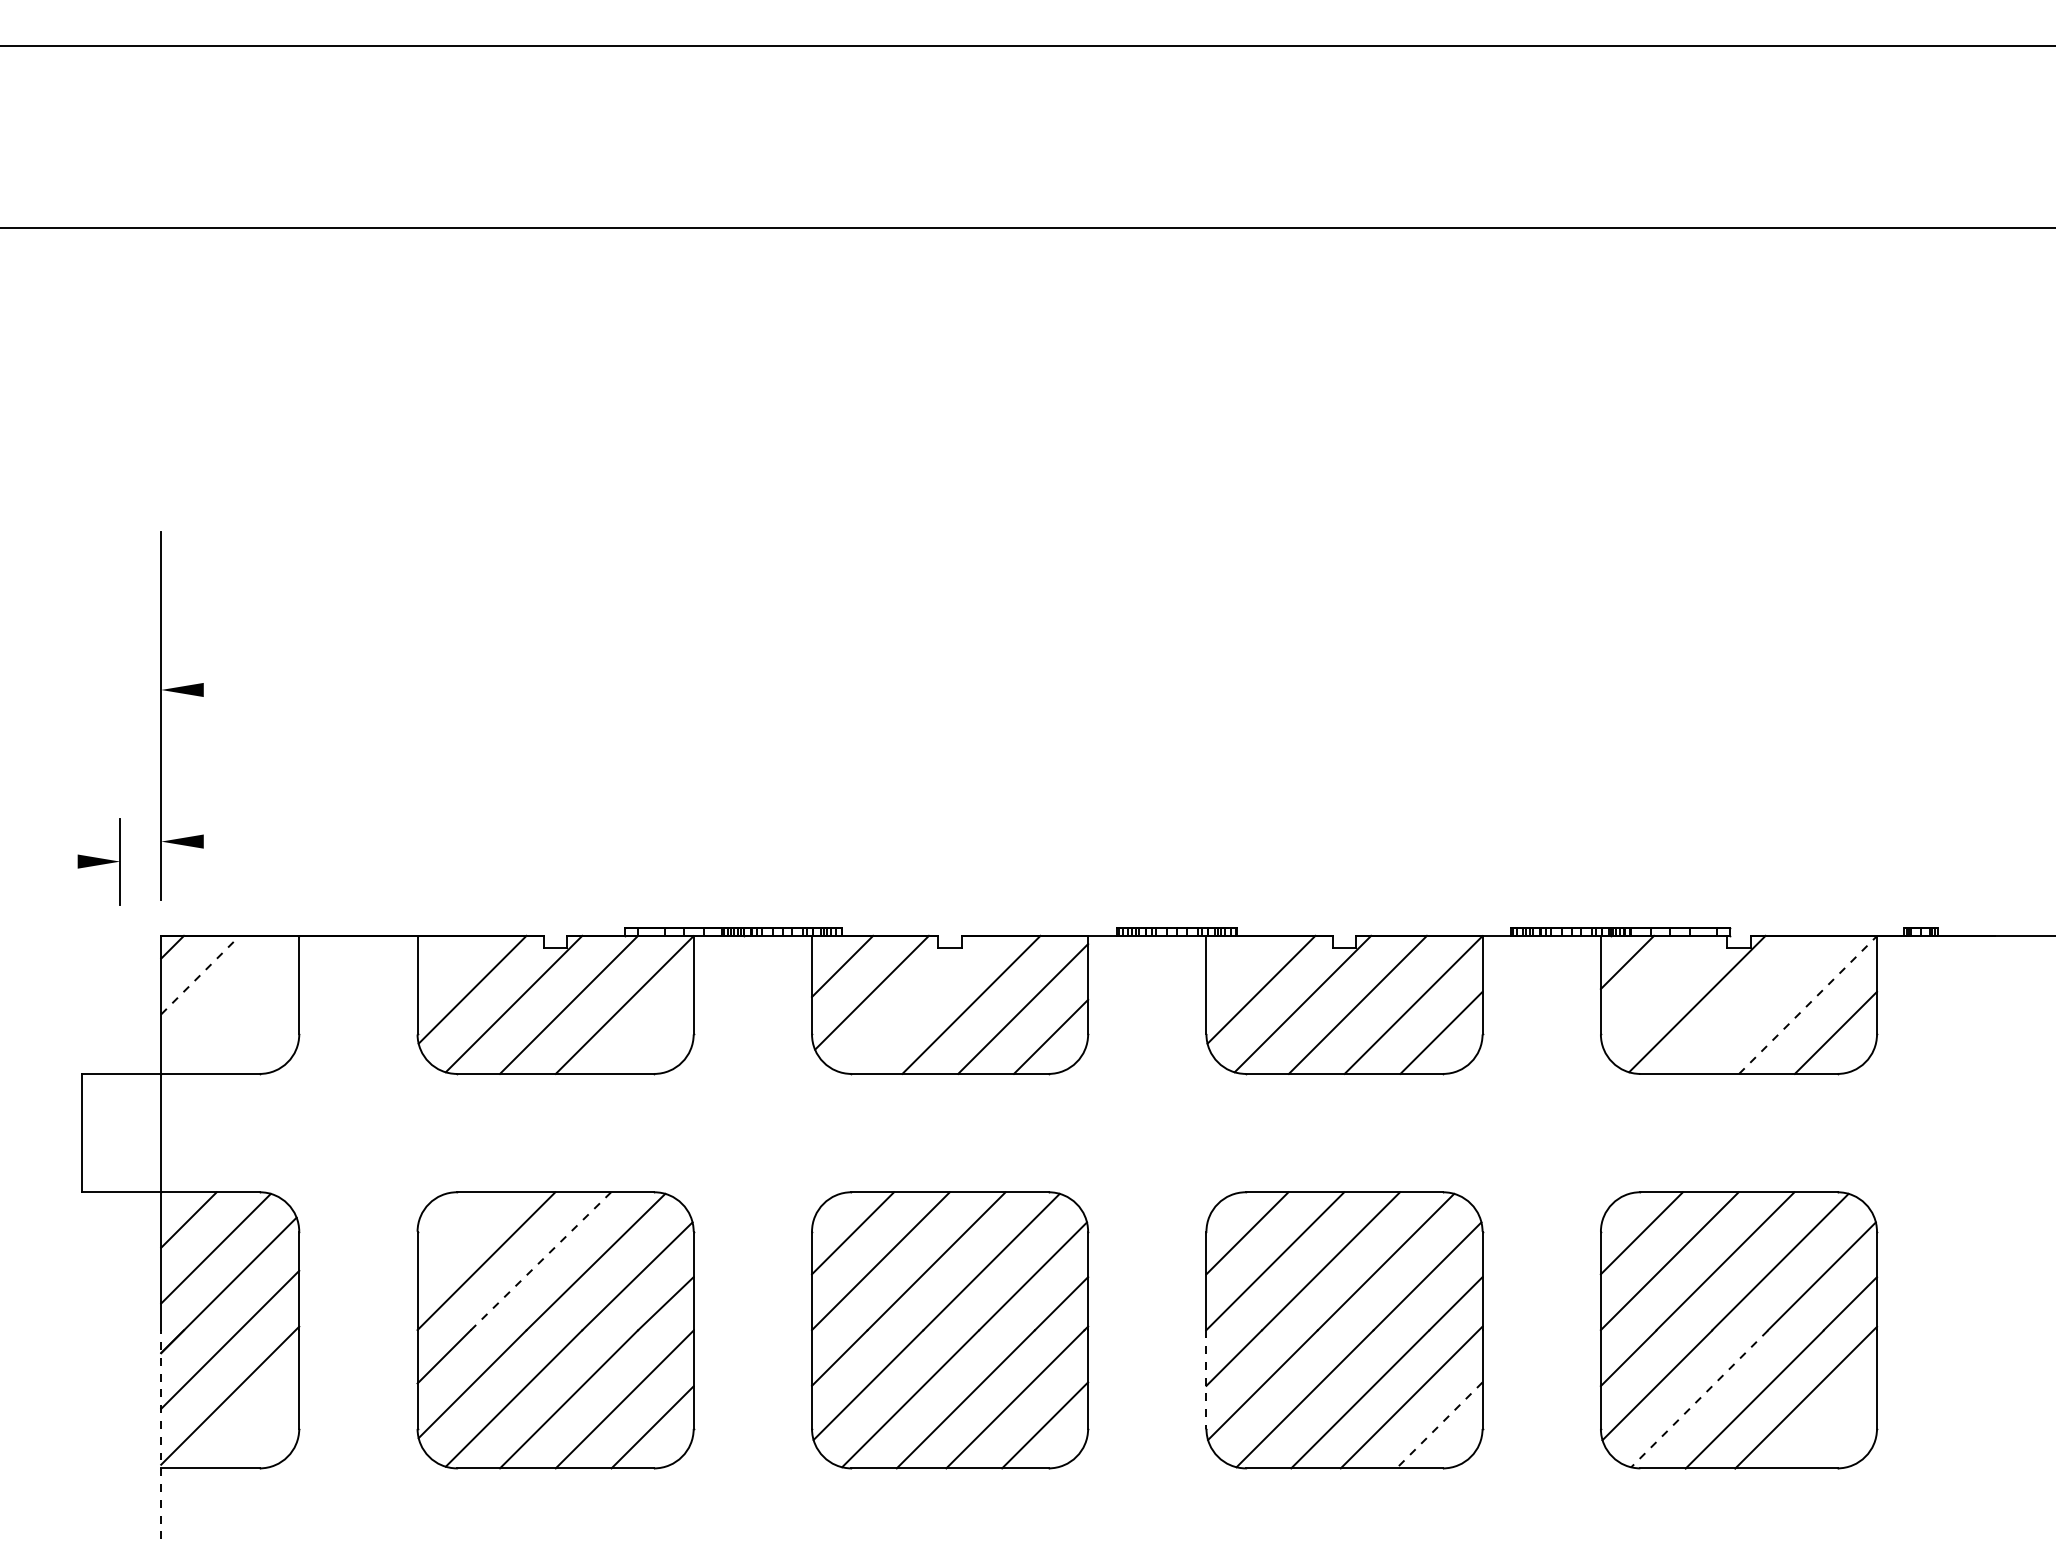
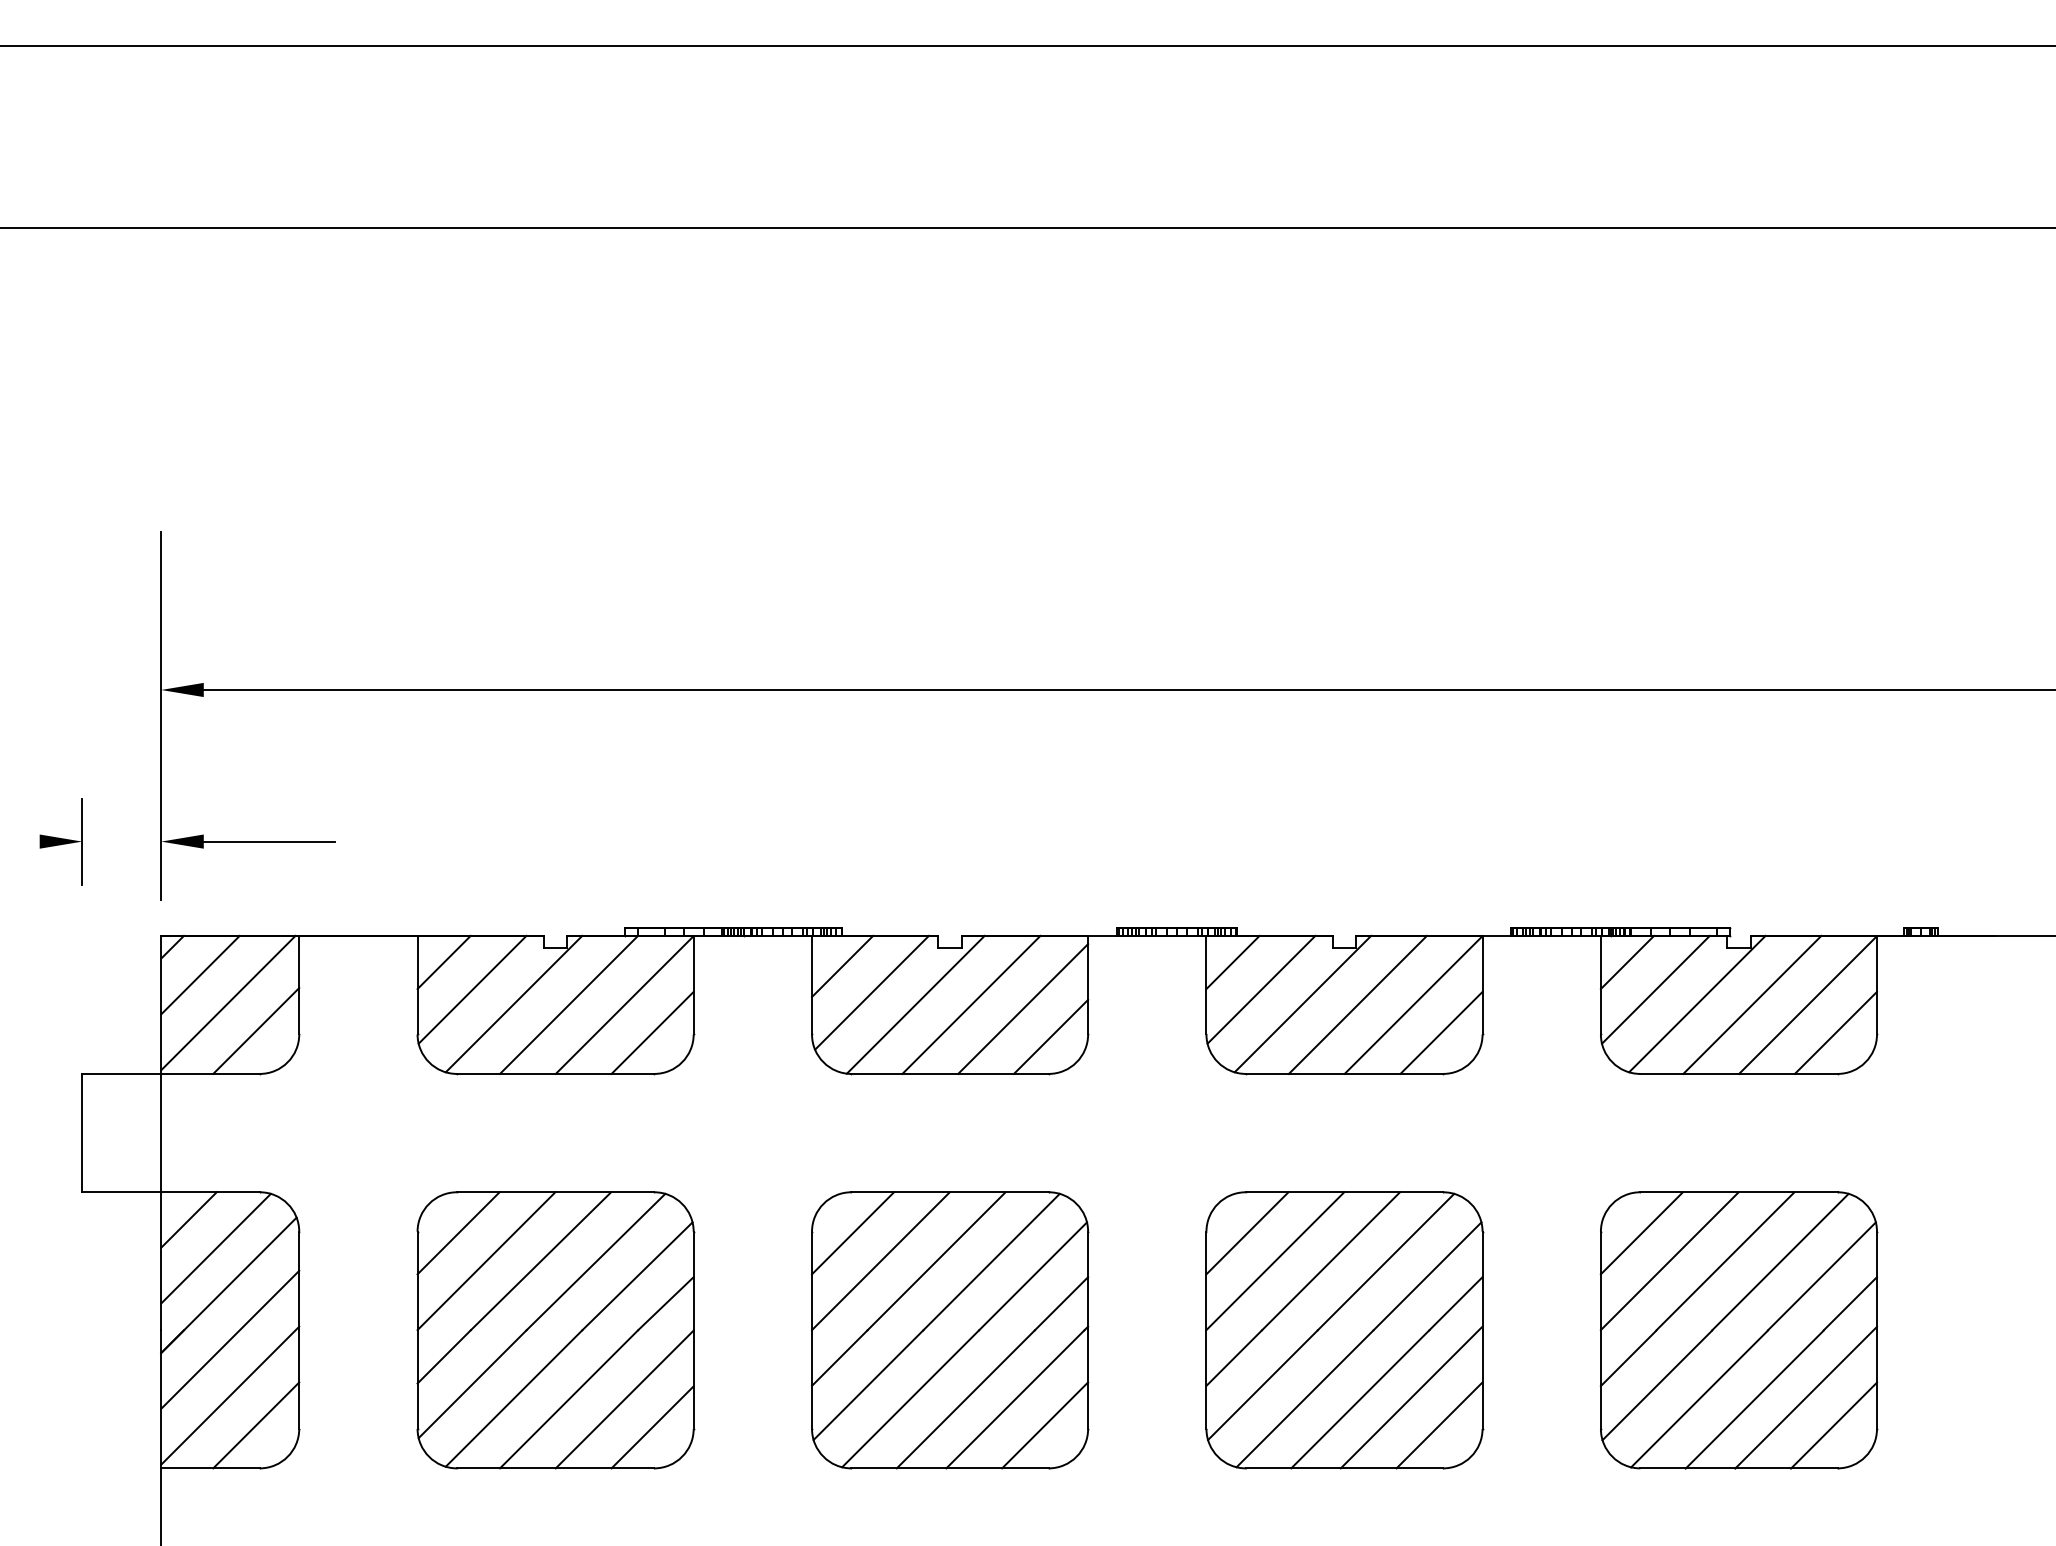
line at (1127, 689): none -> present
line at (268, 841): none -> present
part at (98, 861) position: (98, 861) -> (60, 841)
line at (443, 962): none -> present
line at (1232, 962): none -> present
line at (200, 975): dashed -> solid
line at (1655, 989): none -> present
line at (228, 1002): none -> present
line at (915, 1004): none -> present
line at (1752, 1004): none -> present
line at (1808, 1004): dashed -> solid
line at (256, 1030): none -> present
line at (652, 1032): none -> present
line at (458, 1233): none -> present
line at (540, 1261): dashed -> solid
line at (1206, 1380): dashed -> solid
line at (1699, 1399): dashed -> solid
line at (256, 1425): none -> present
line at (1439, 1425): dashed -> solid
line at (1834, 1425): none -> present
line at (161, 1437): dashed -> solid
